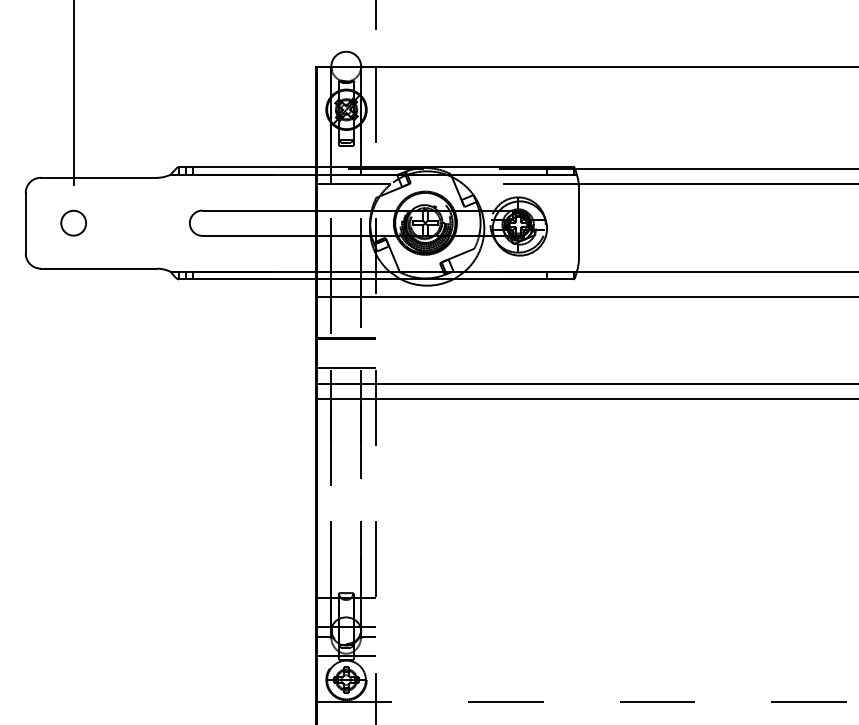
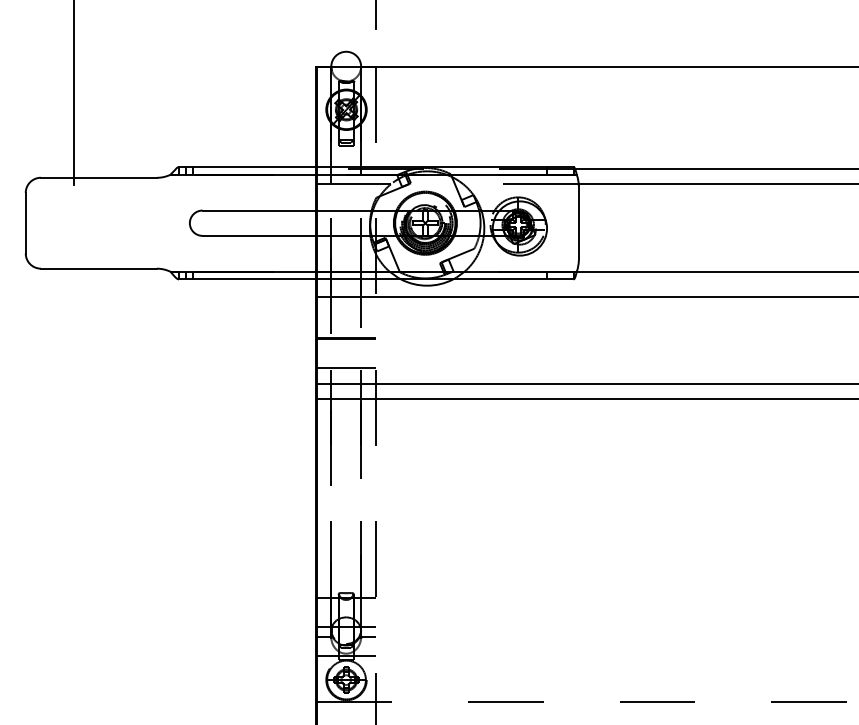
circle at (73, 222): present -> none
